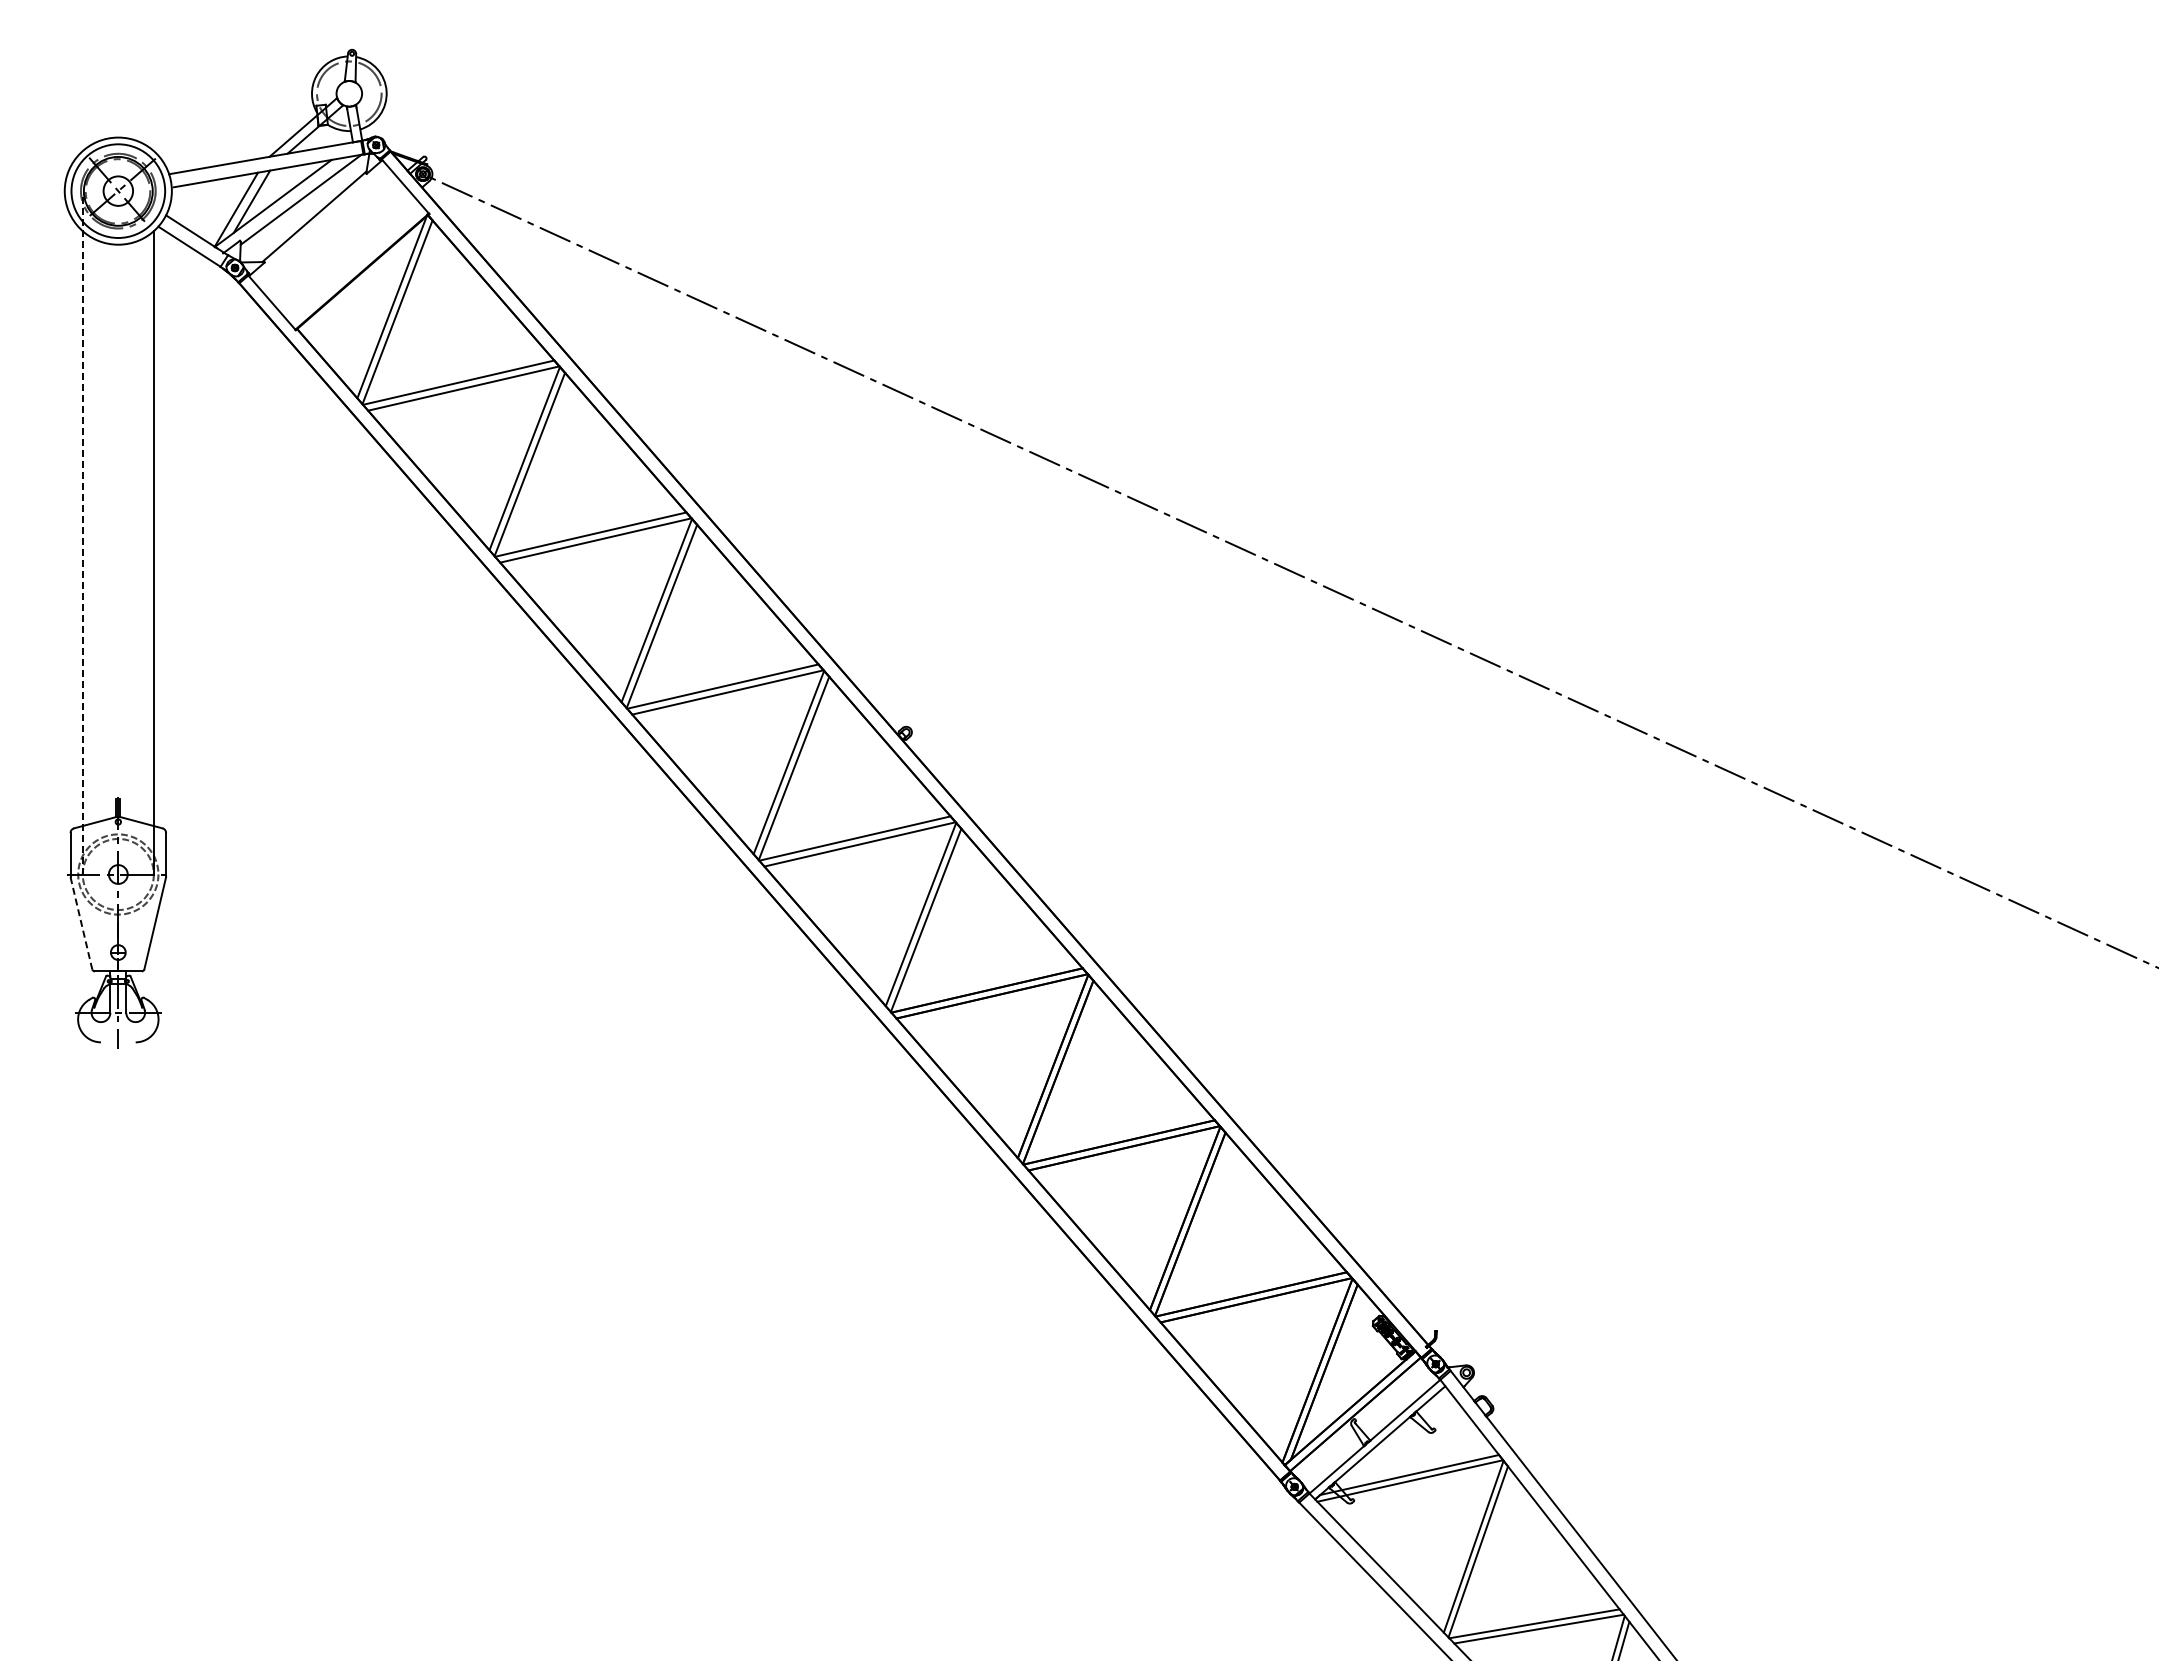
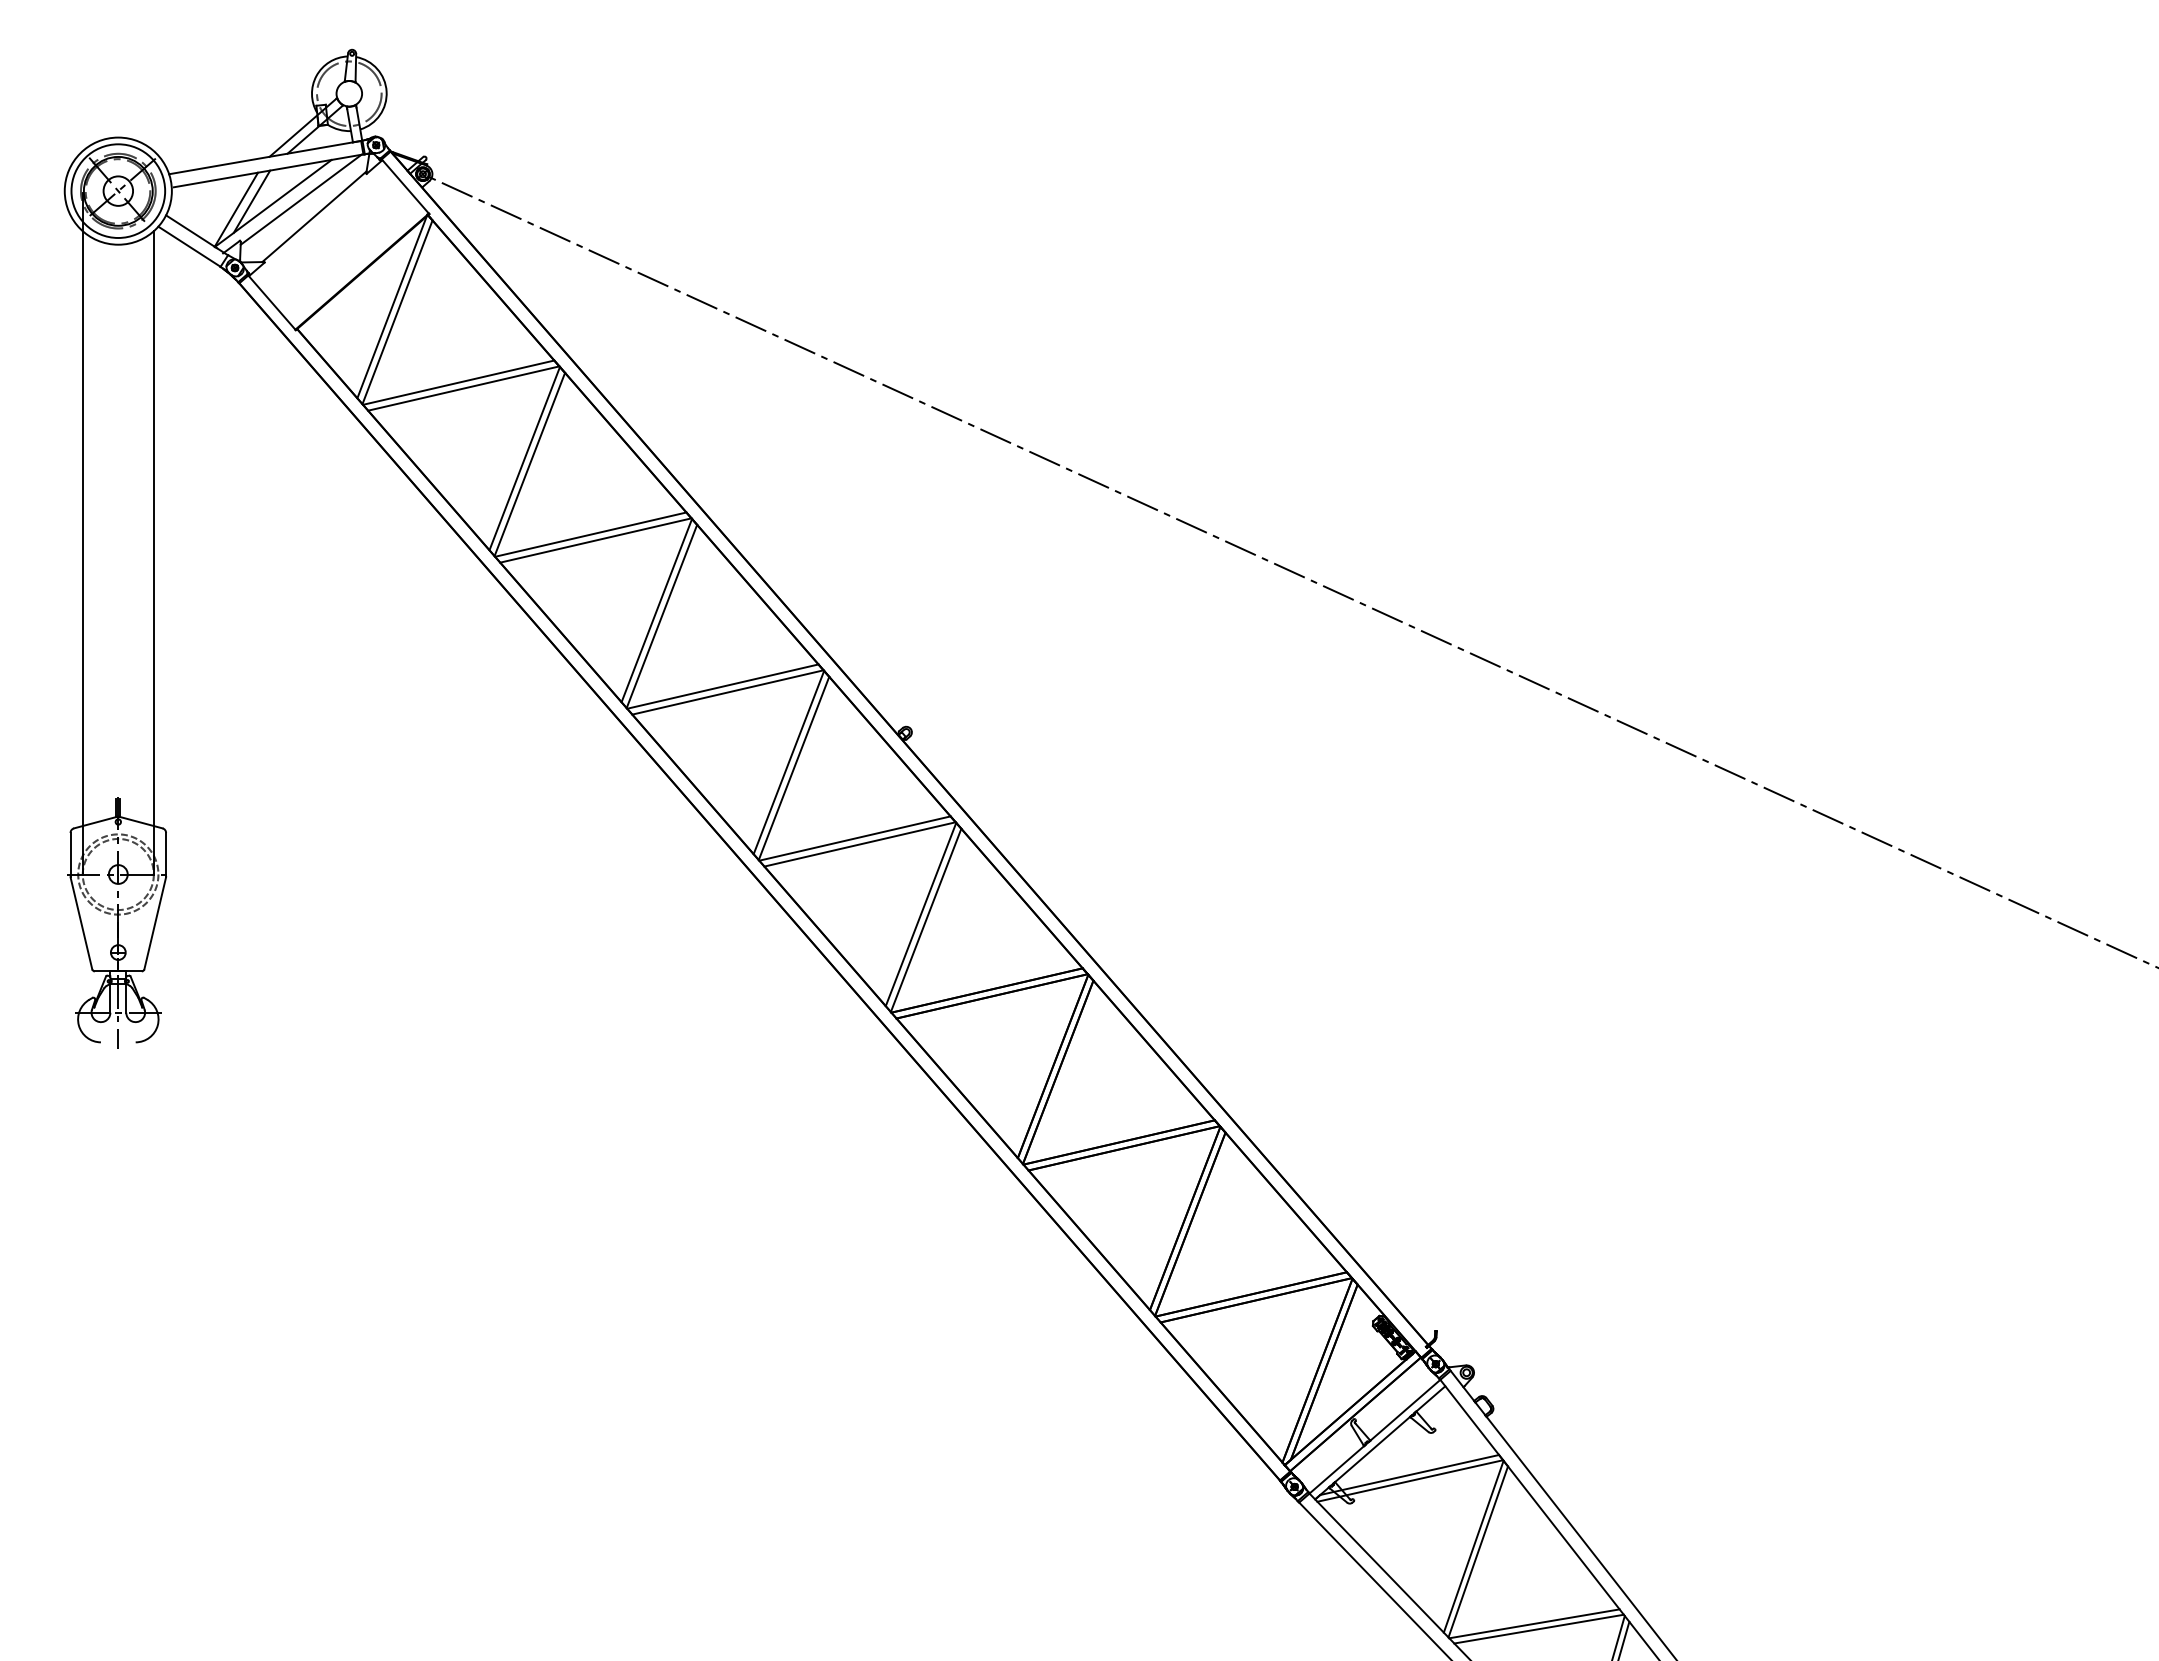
line at (82, 533): dashed -> solid
line at (81, 923): dashed -> solid
